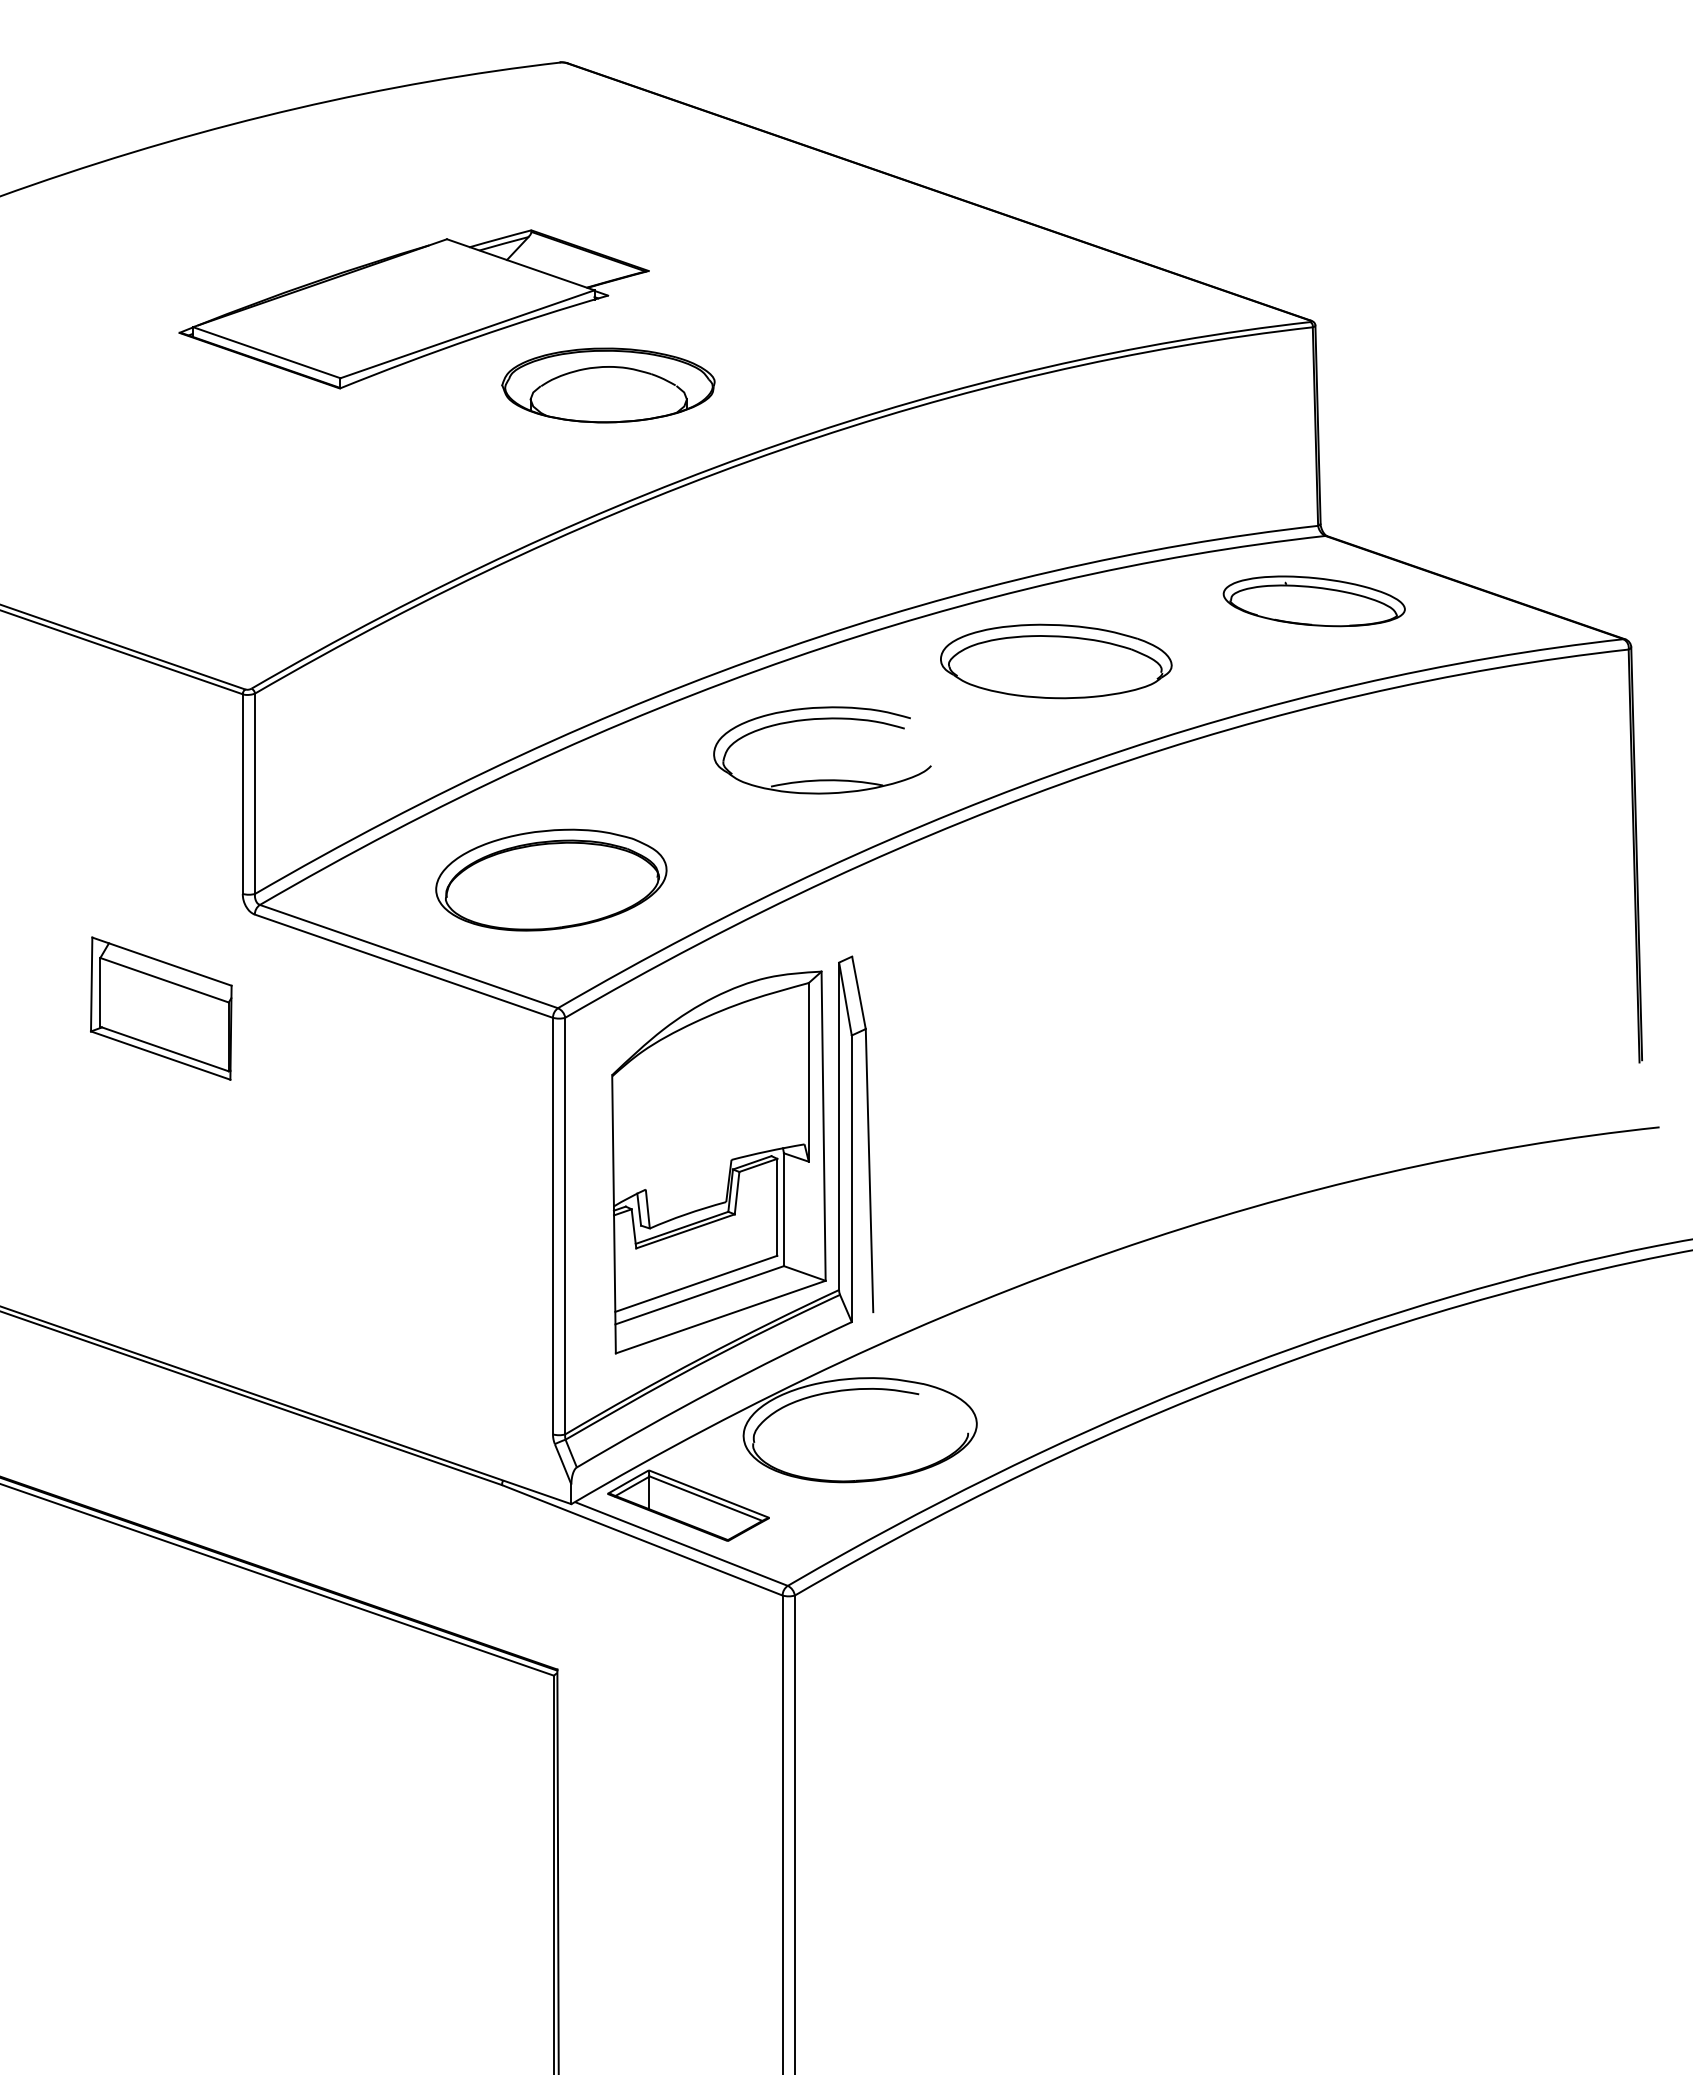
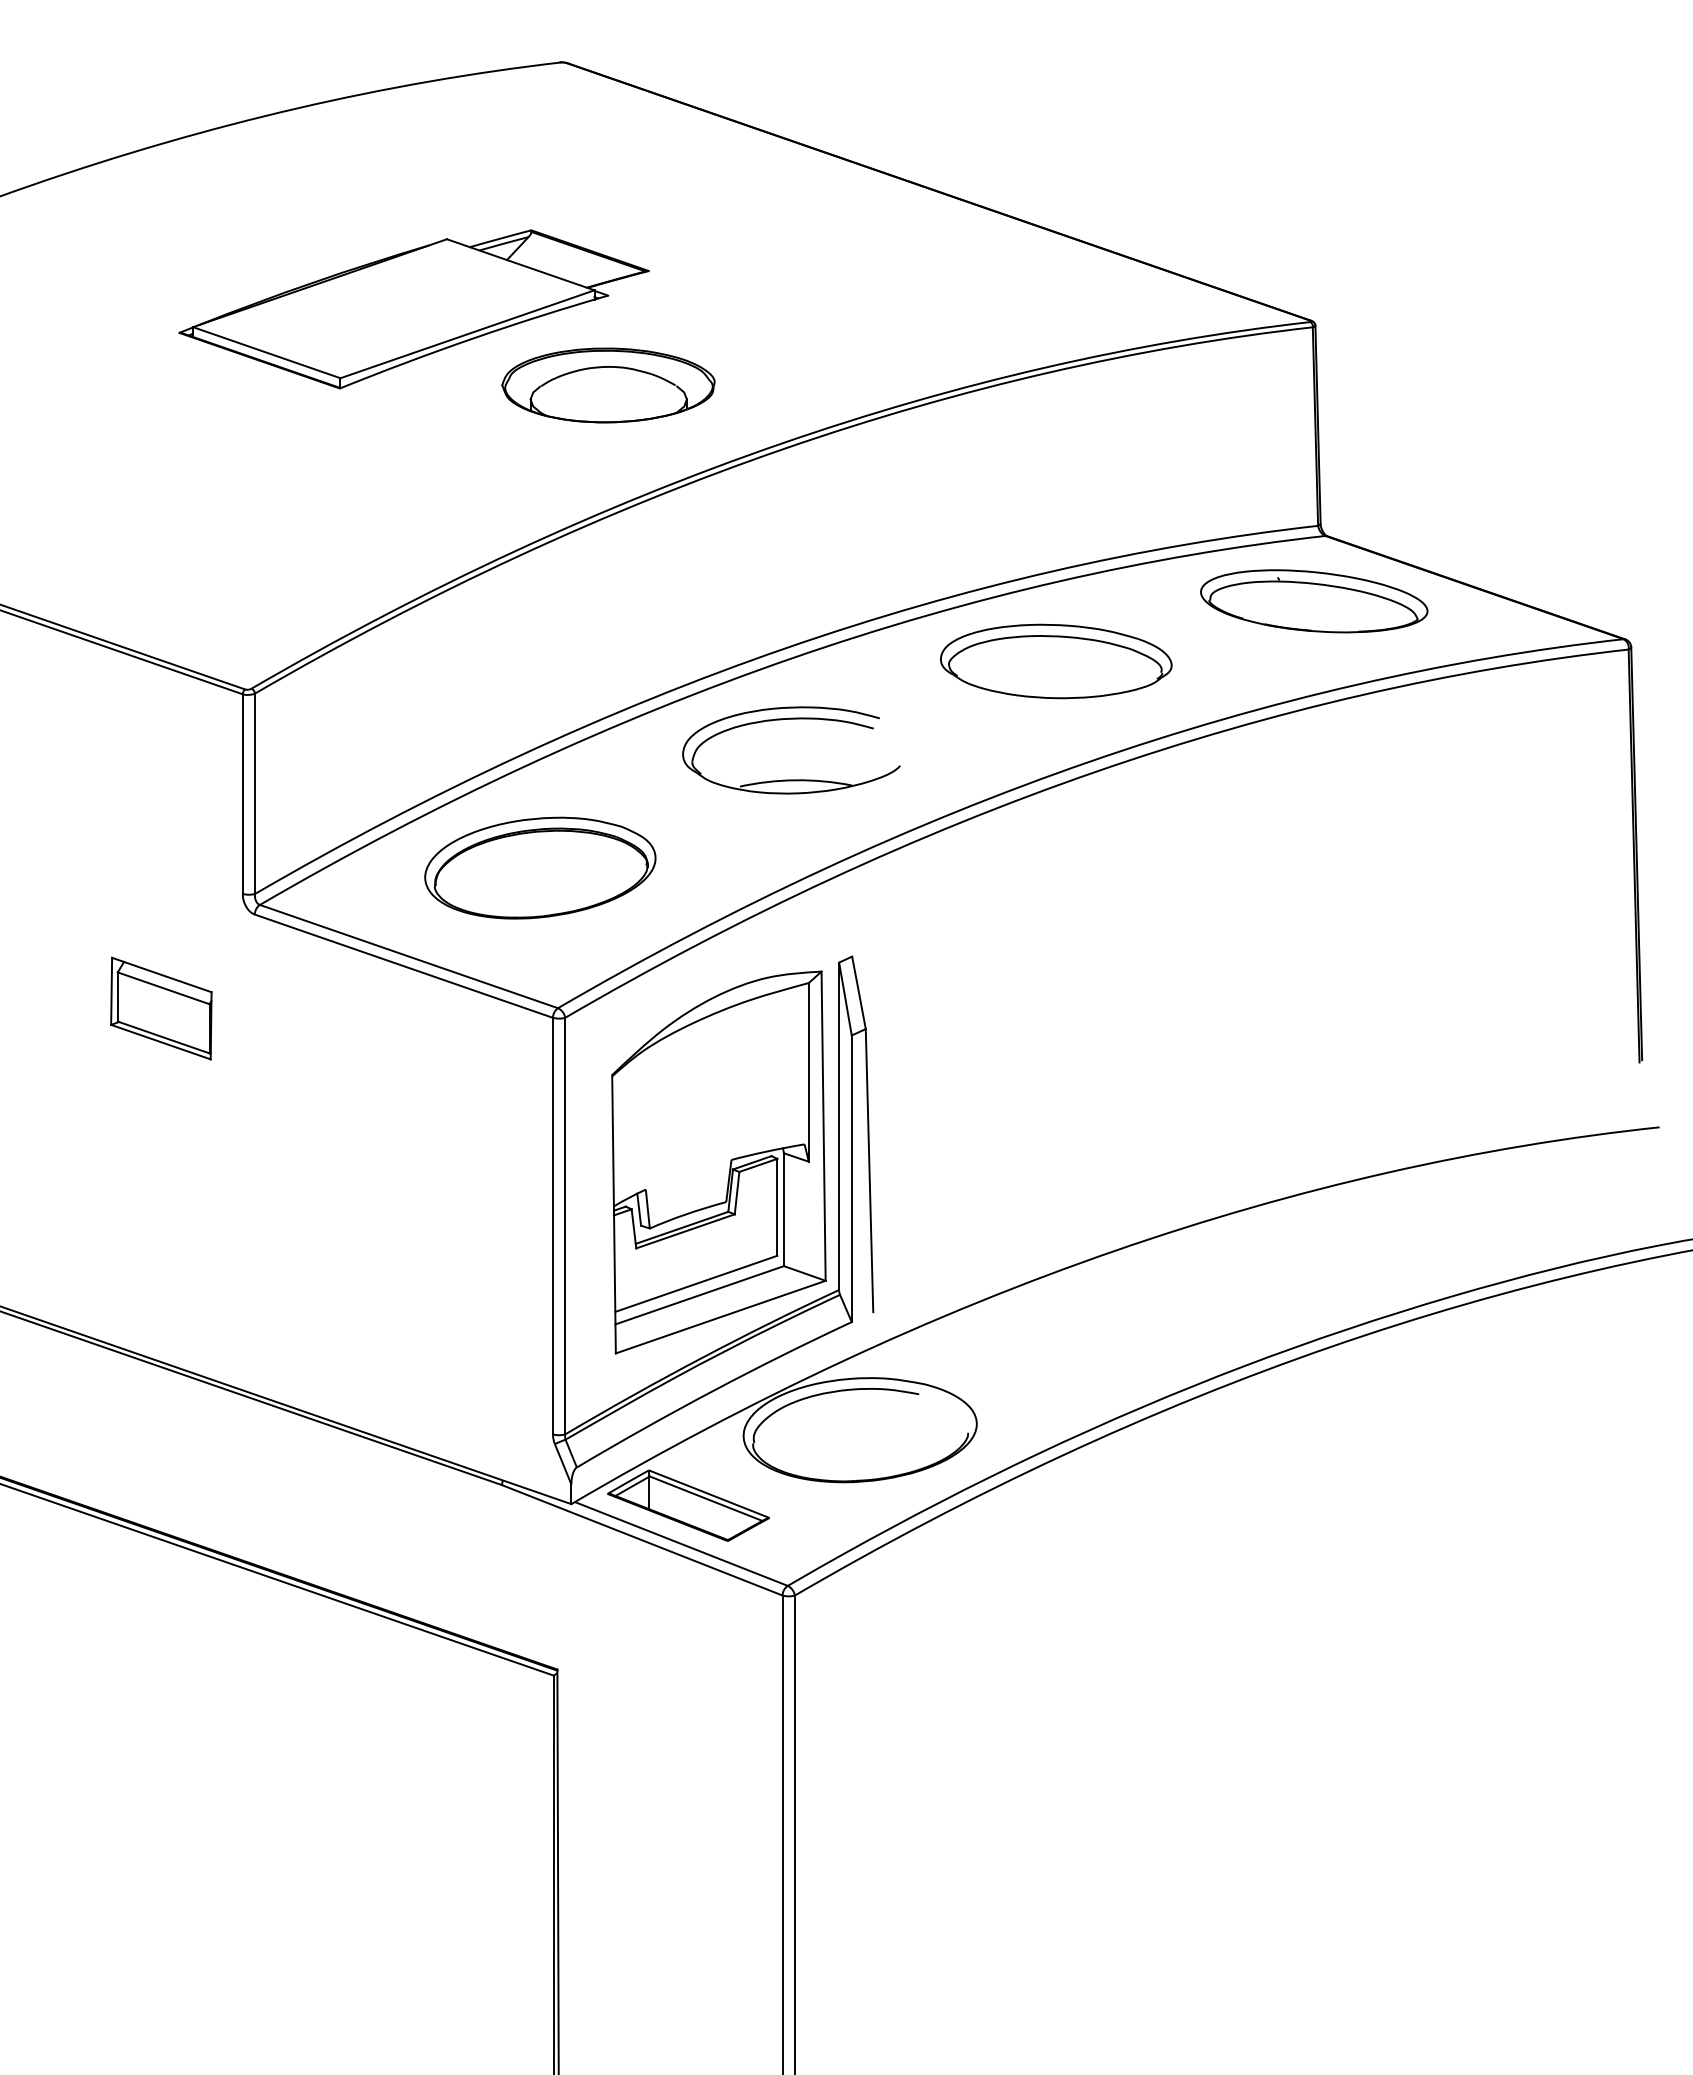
part at (1313, 601) size: 184x53 px -> 229x65 px
part at (822, 779) position: (822, 779) -> (791, 779)
part at (551, 879) position: (551, 879) -> (540, 867)
part at (161, 1008) size: 143x145 px -> 103x105 px
